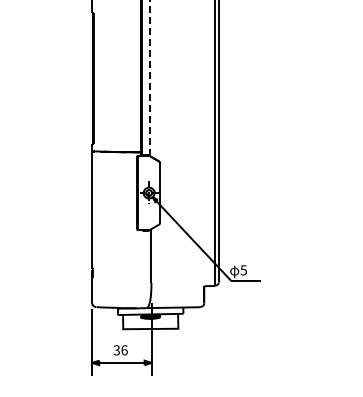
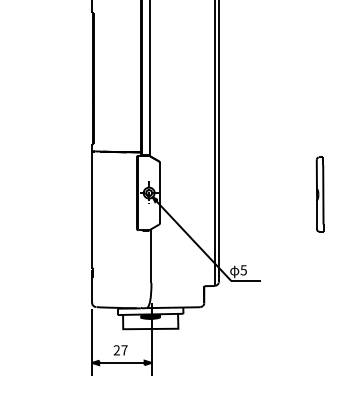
line at (149, 78): dashed -> solid
part at (319, 194): none -> present
text at (120, 350): 36 -> 27
